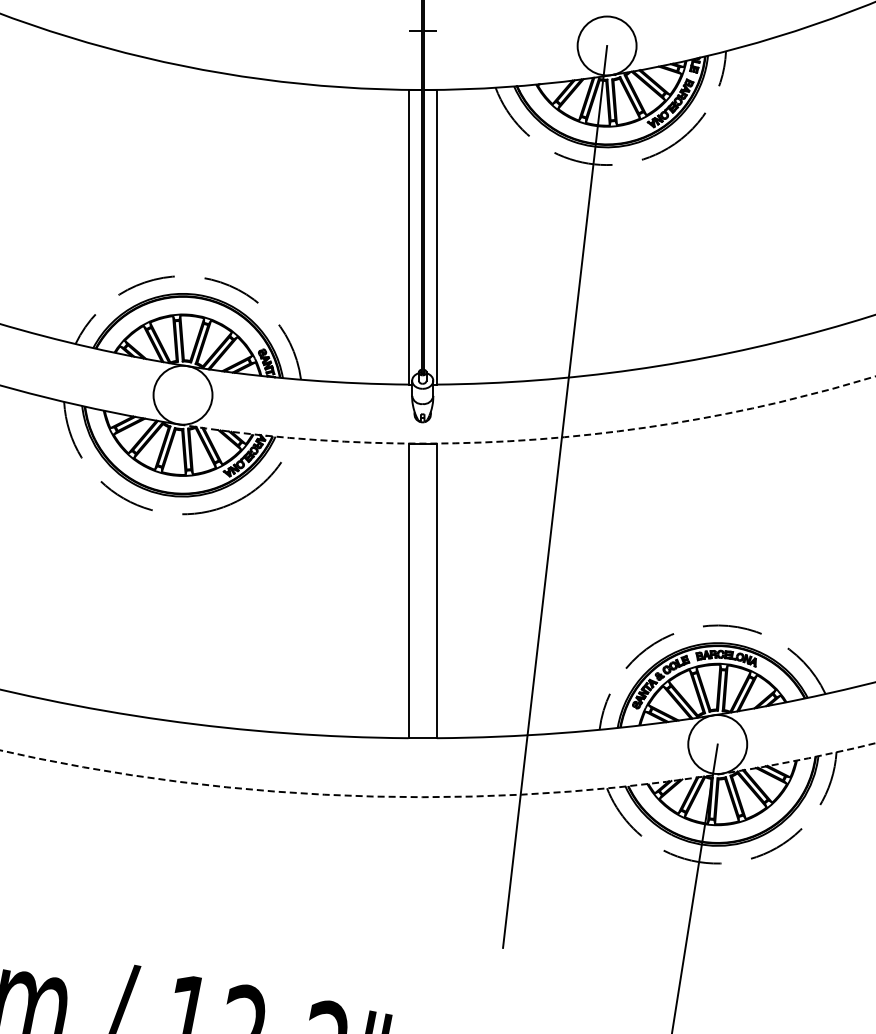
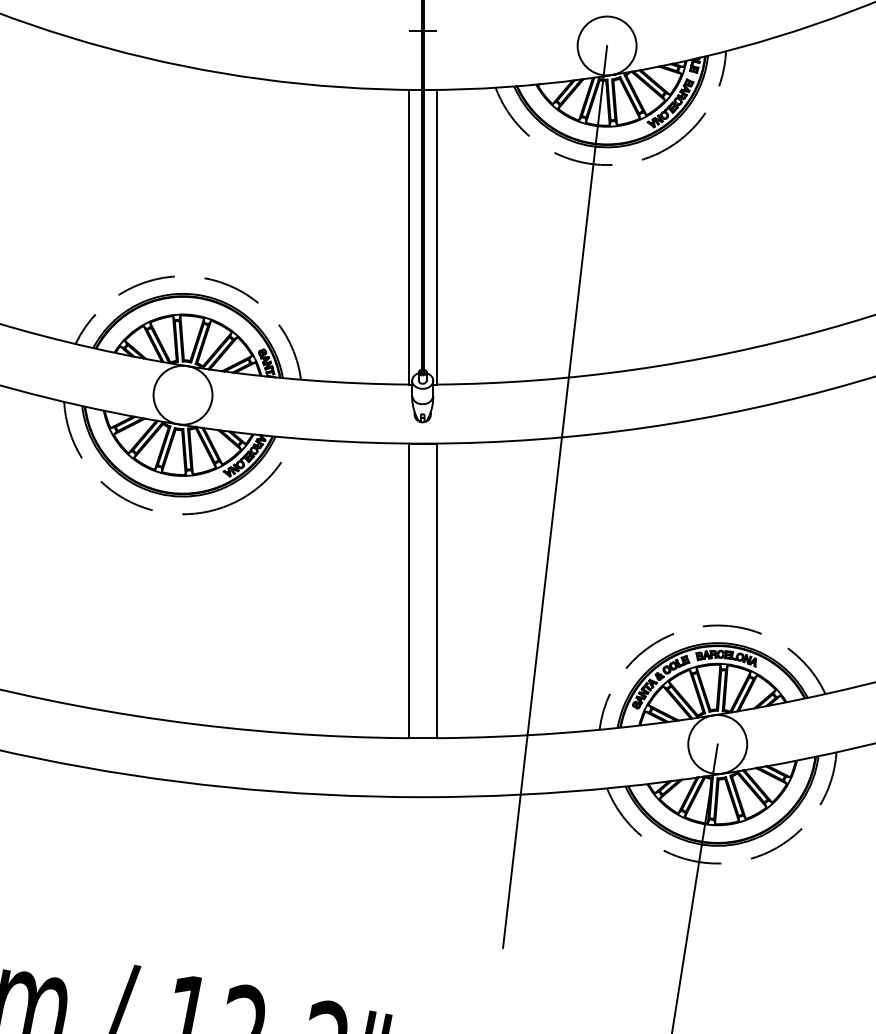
arc at (533, 439): dashed -> solid
circle at (437, 770): dashed -> solid
